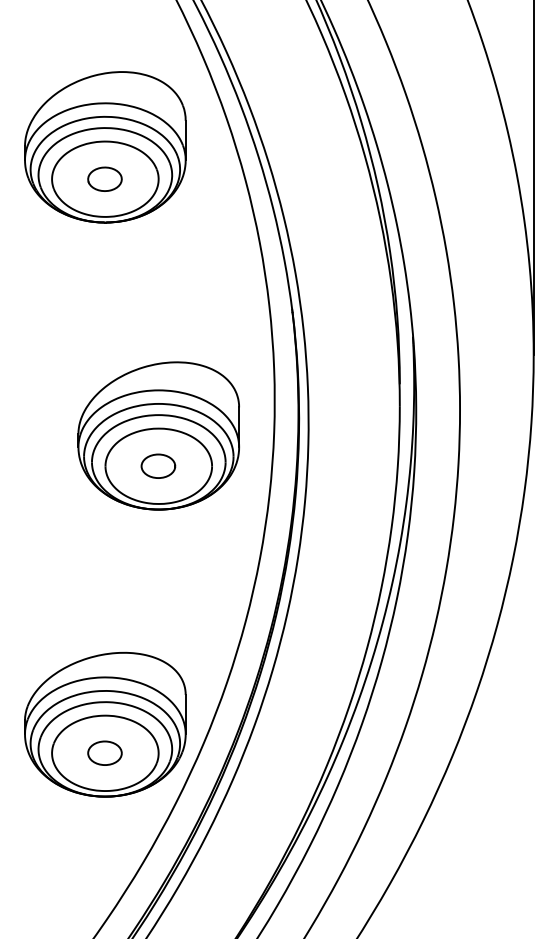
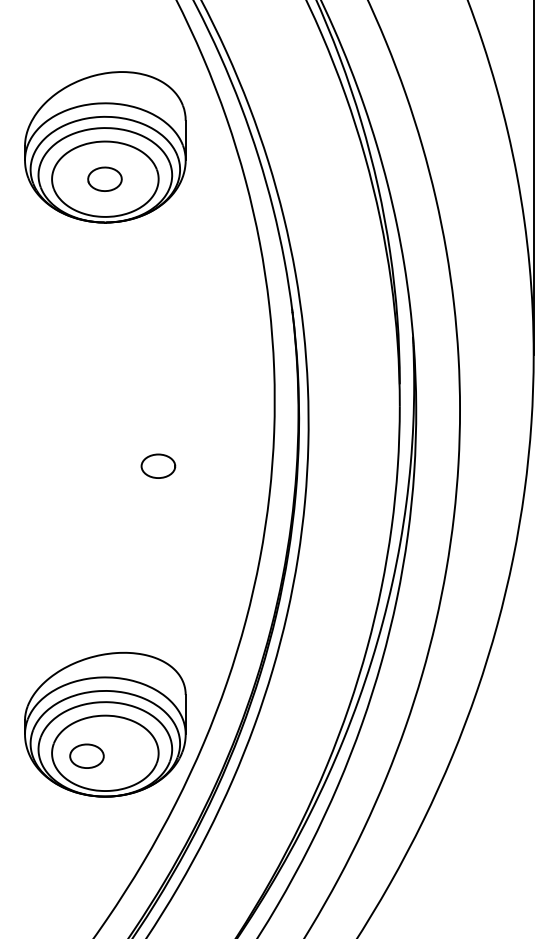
part at (158, 435): present -> none
part at (104, 752) position: (104, 752) -> (86, 755)
